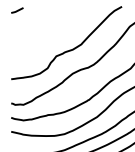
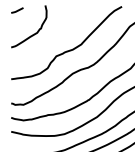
curve at (35, 32): none -> present
